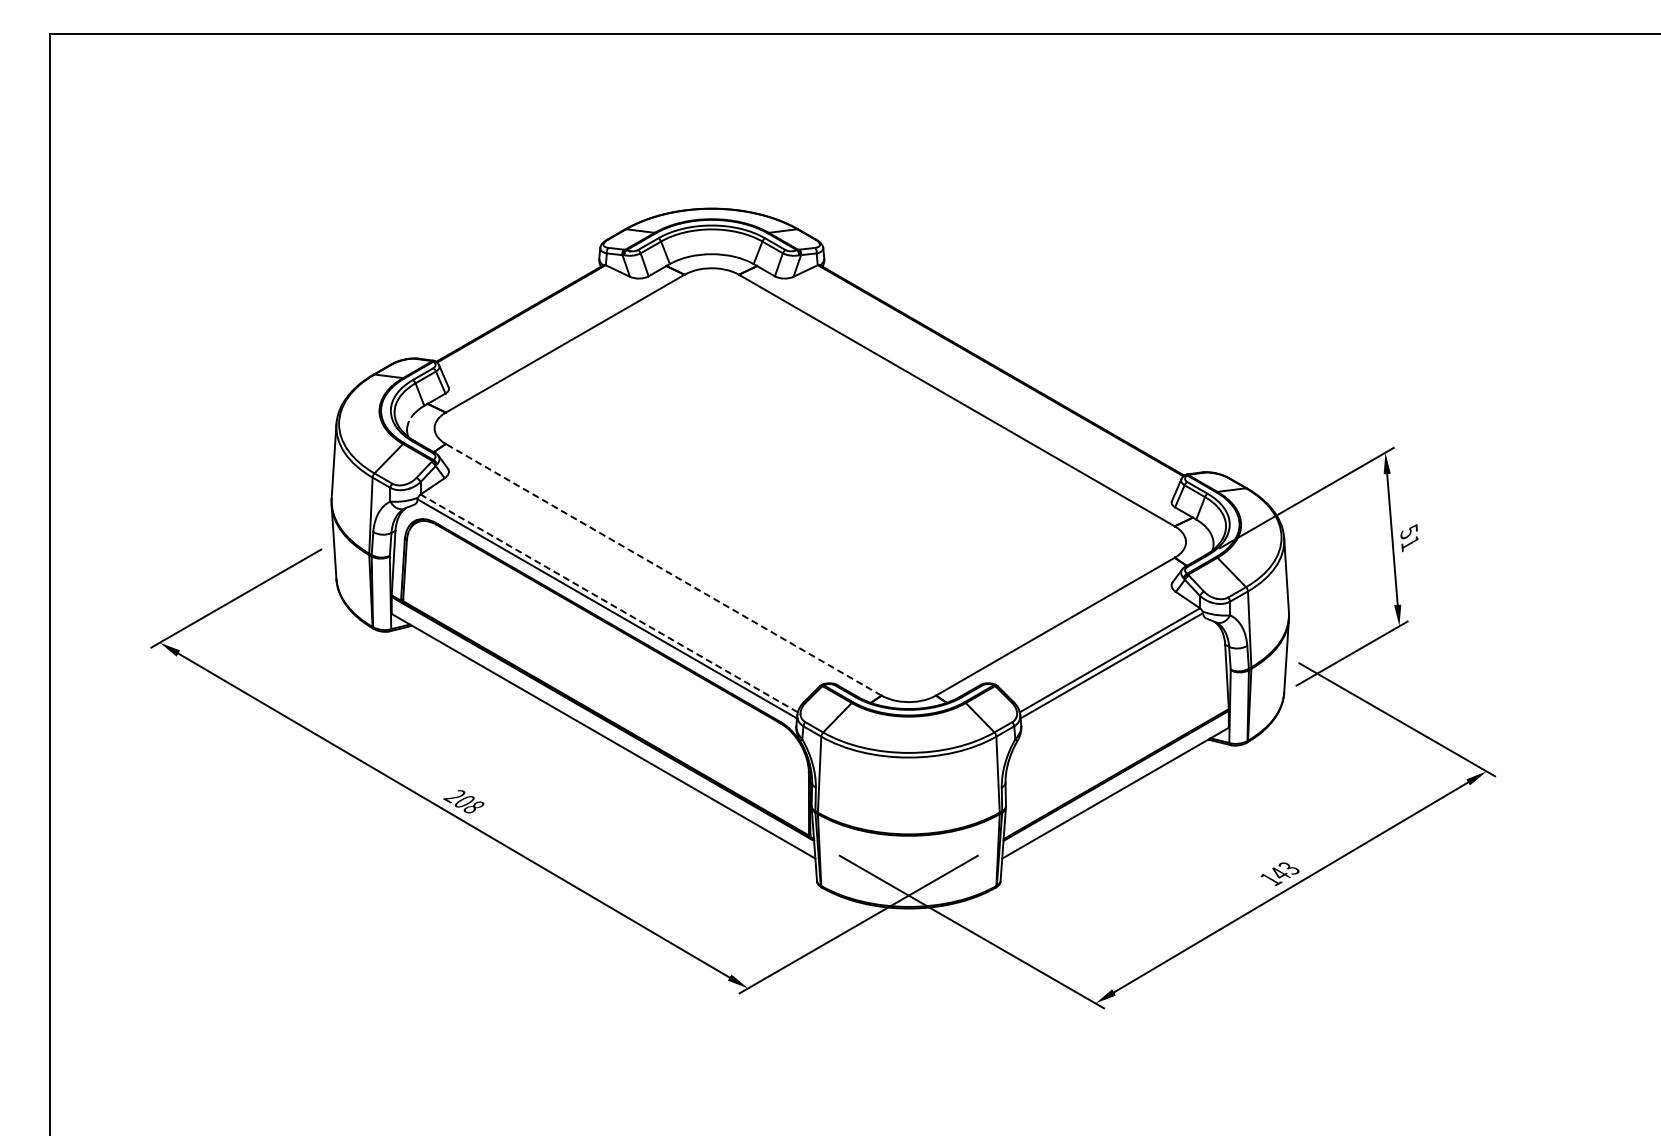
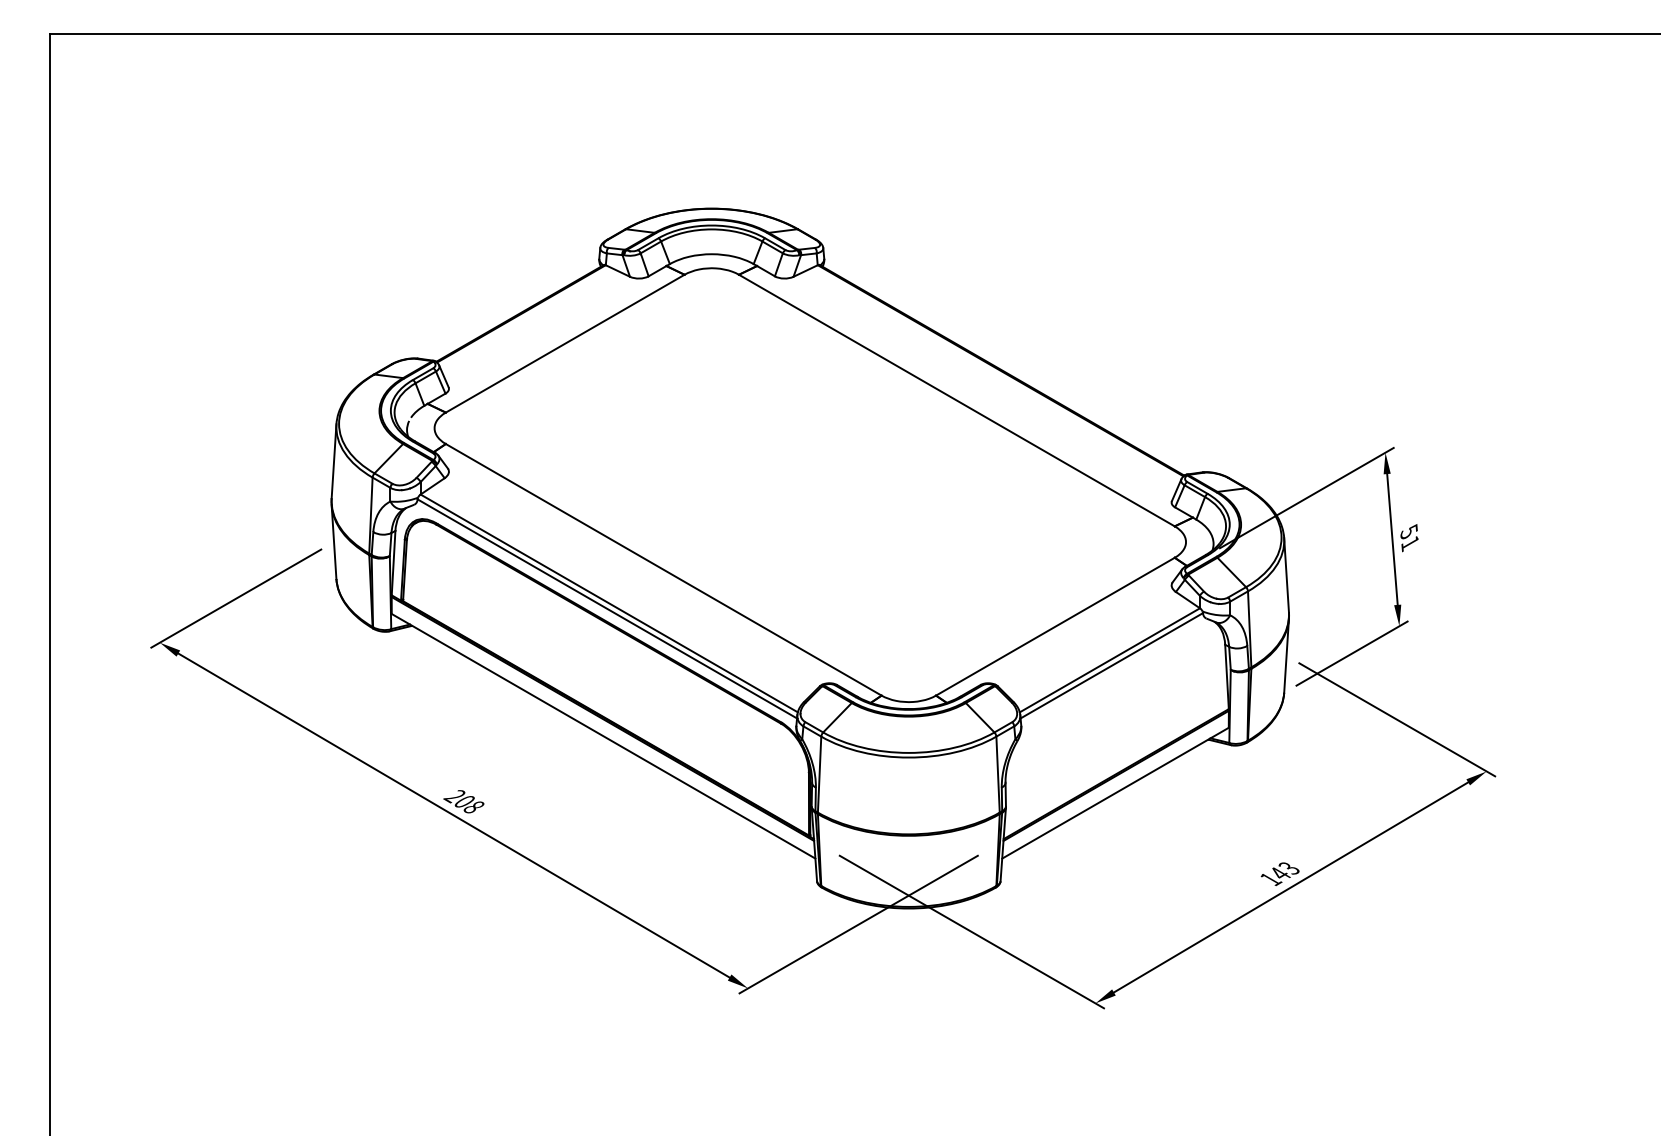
line at (663, 569): dashed -> solid
line at (609, 603): dashed -> solid
